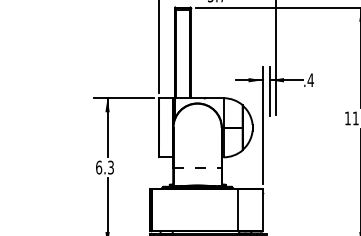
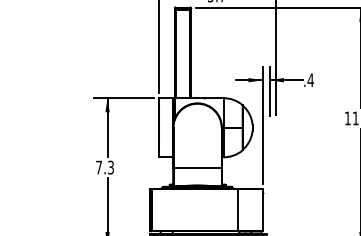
text at (99, 167): 6.3 -> 7.3
line at (198, 168): dashed -> solid
